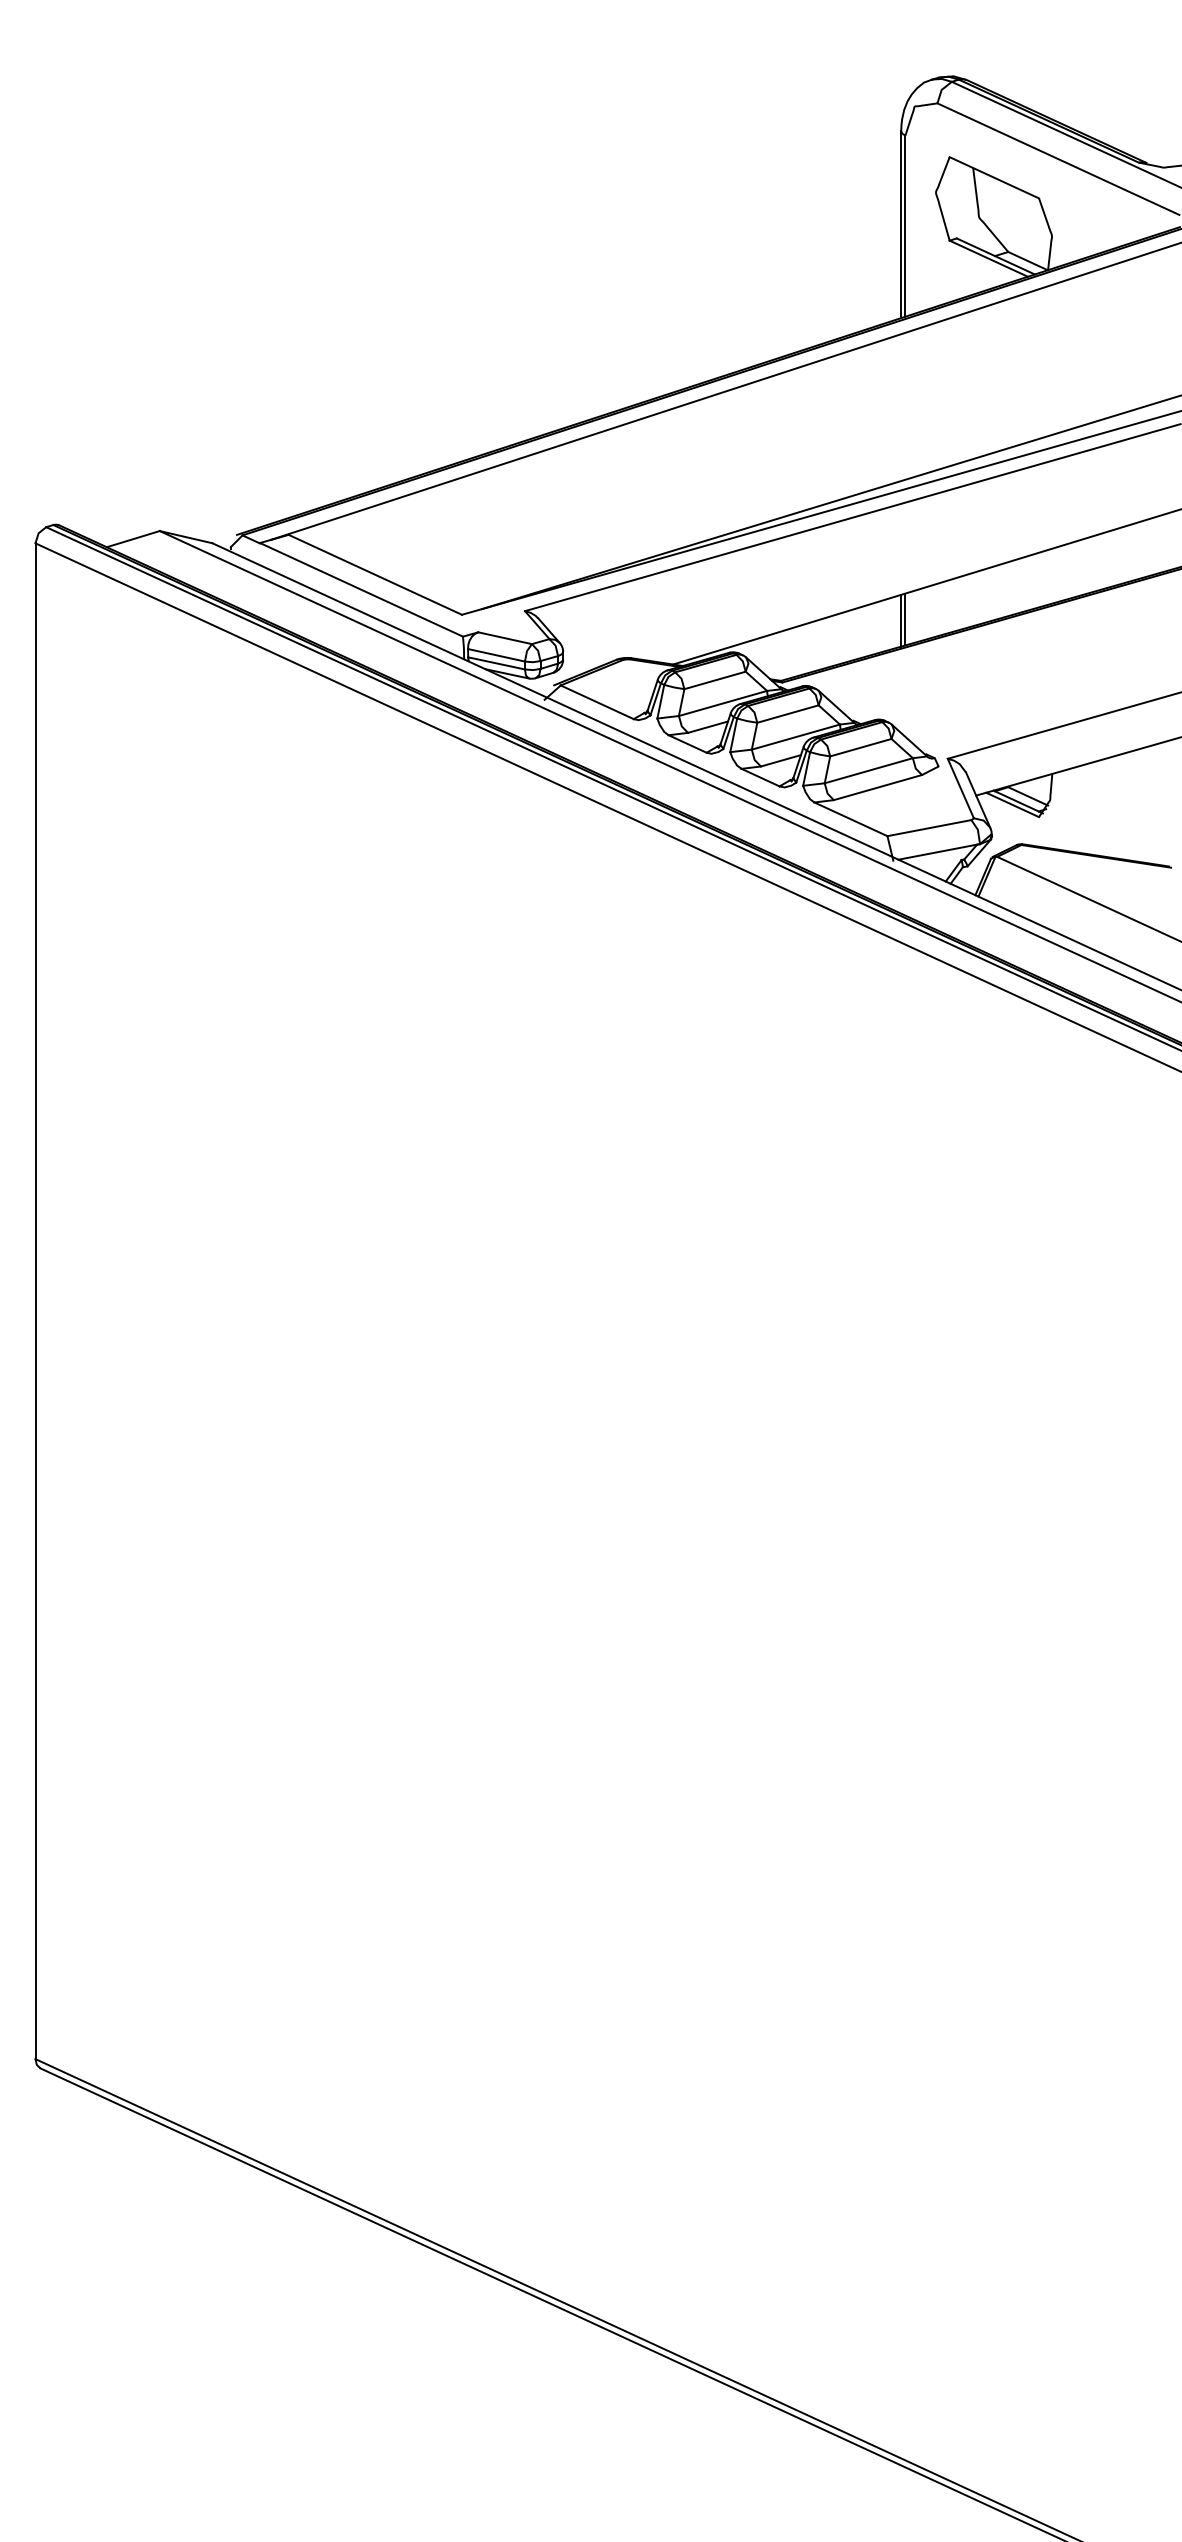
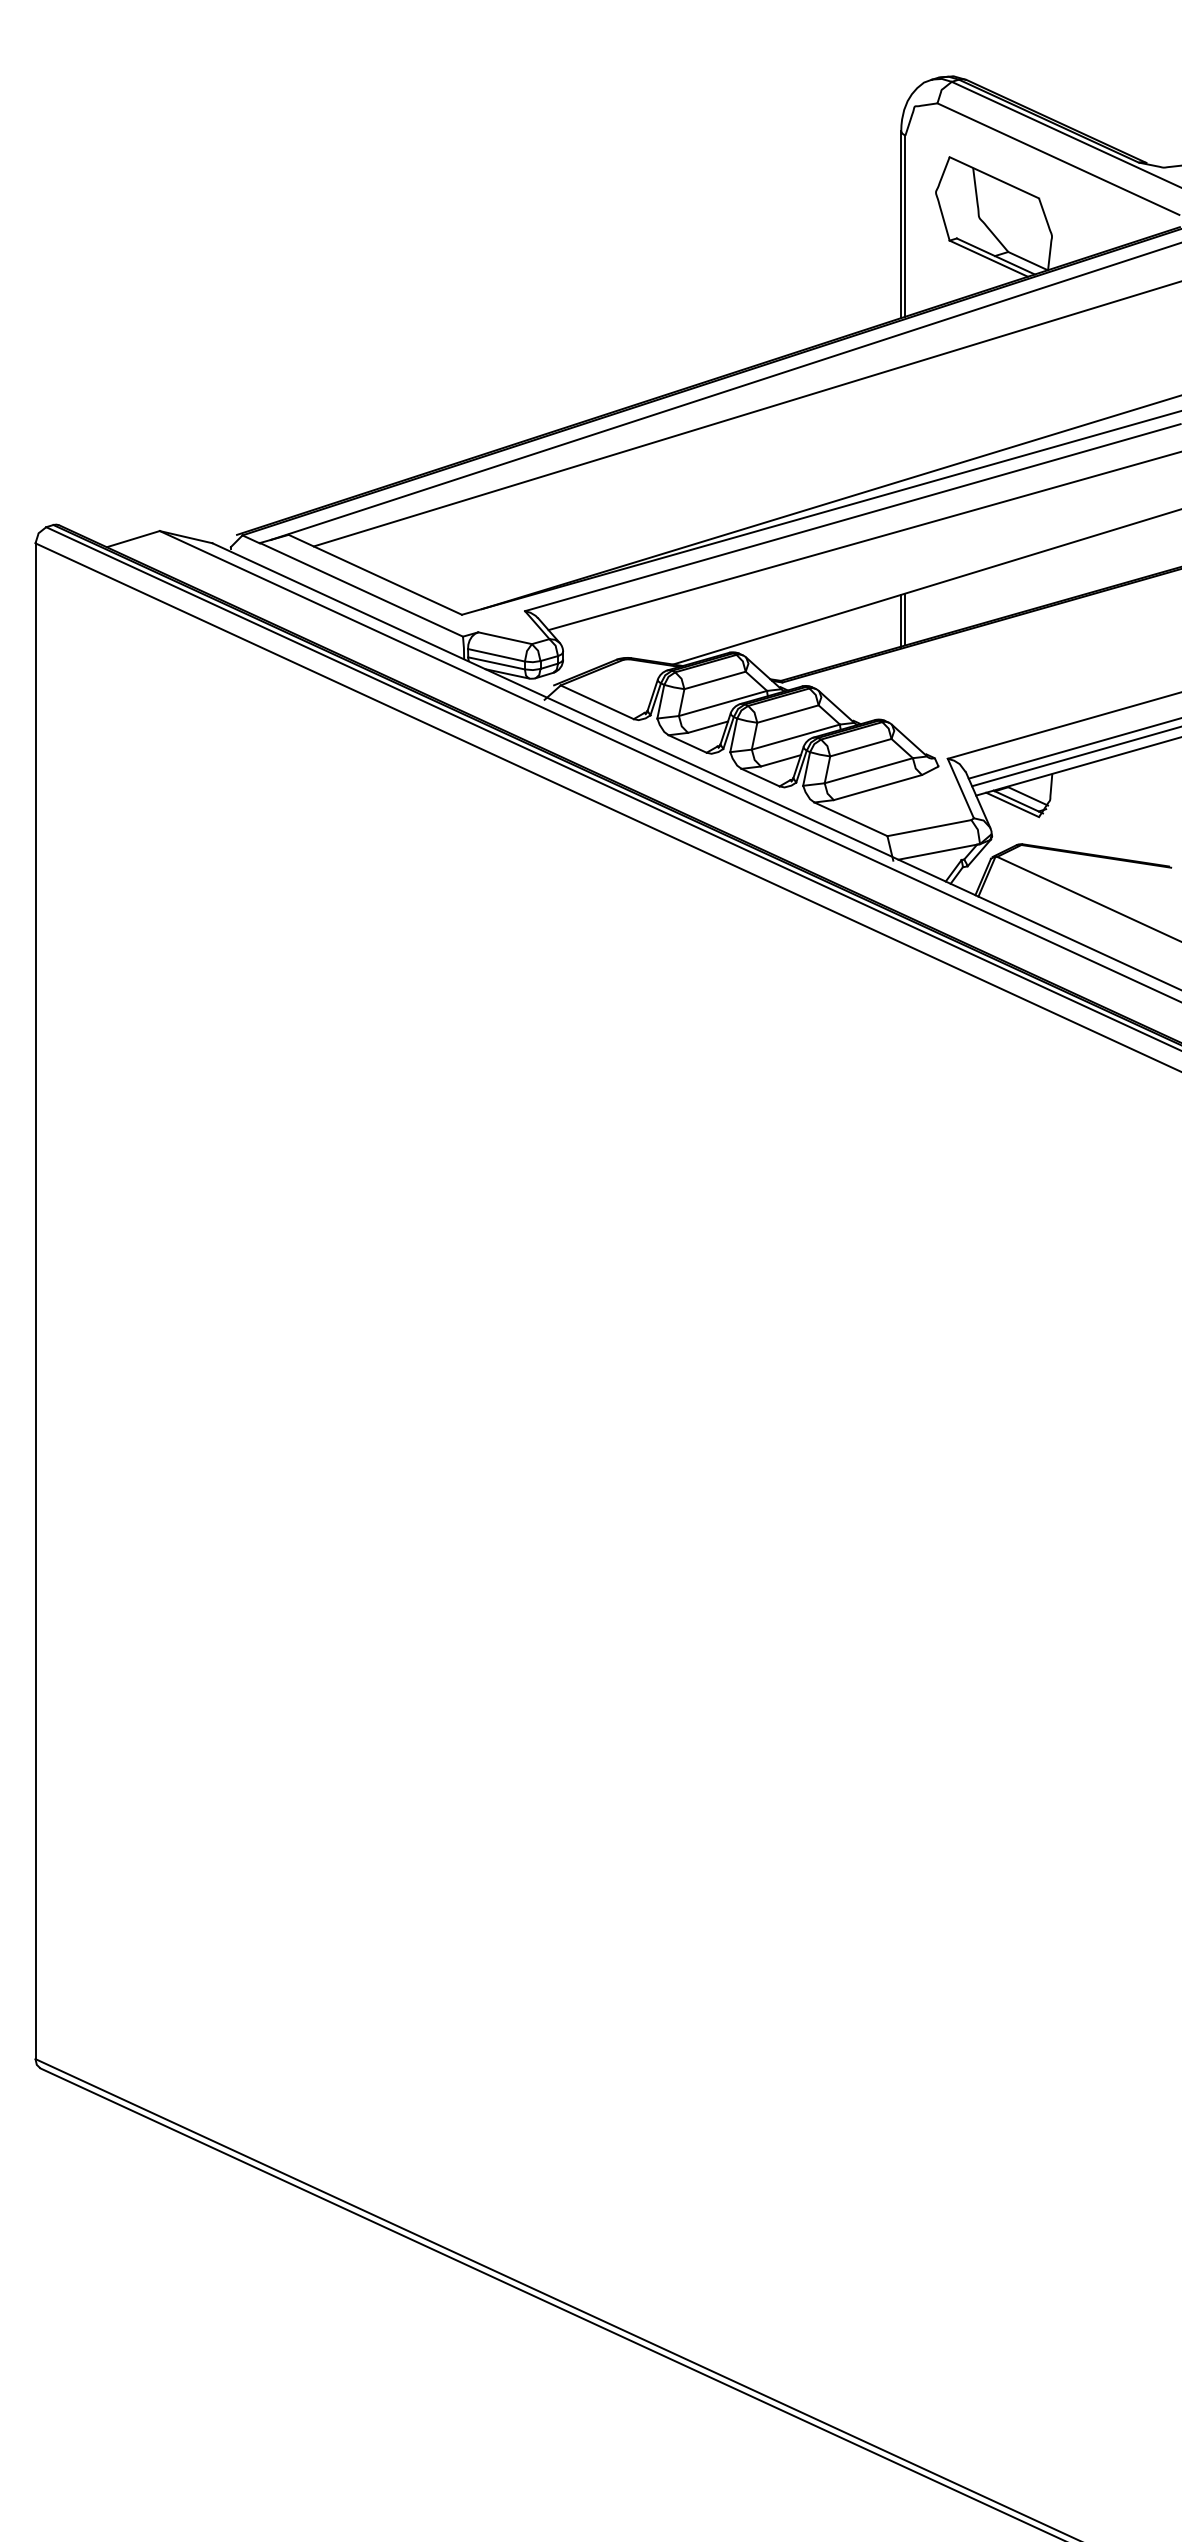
line at (745, 414): none -> present
line at (863, 541): none -> present
line at (1073, 748): none -> present
line at (1075, 756): none -> present
